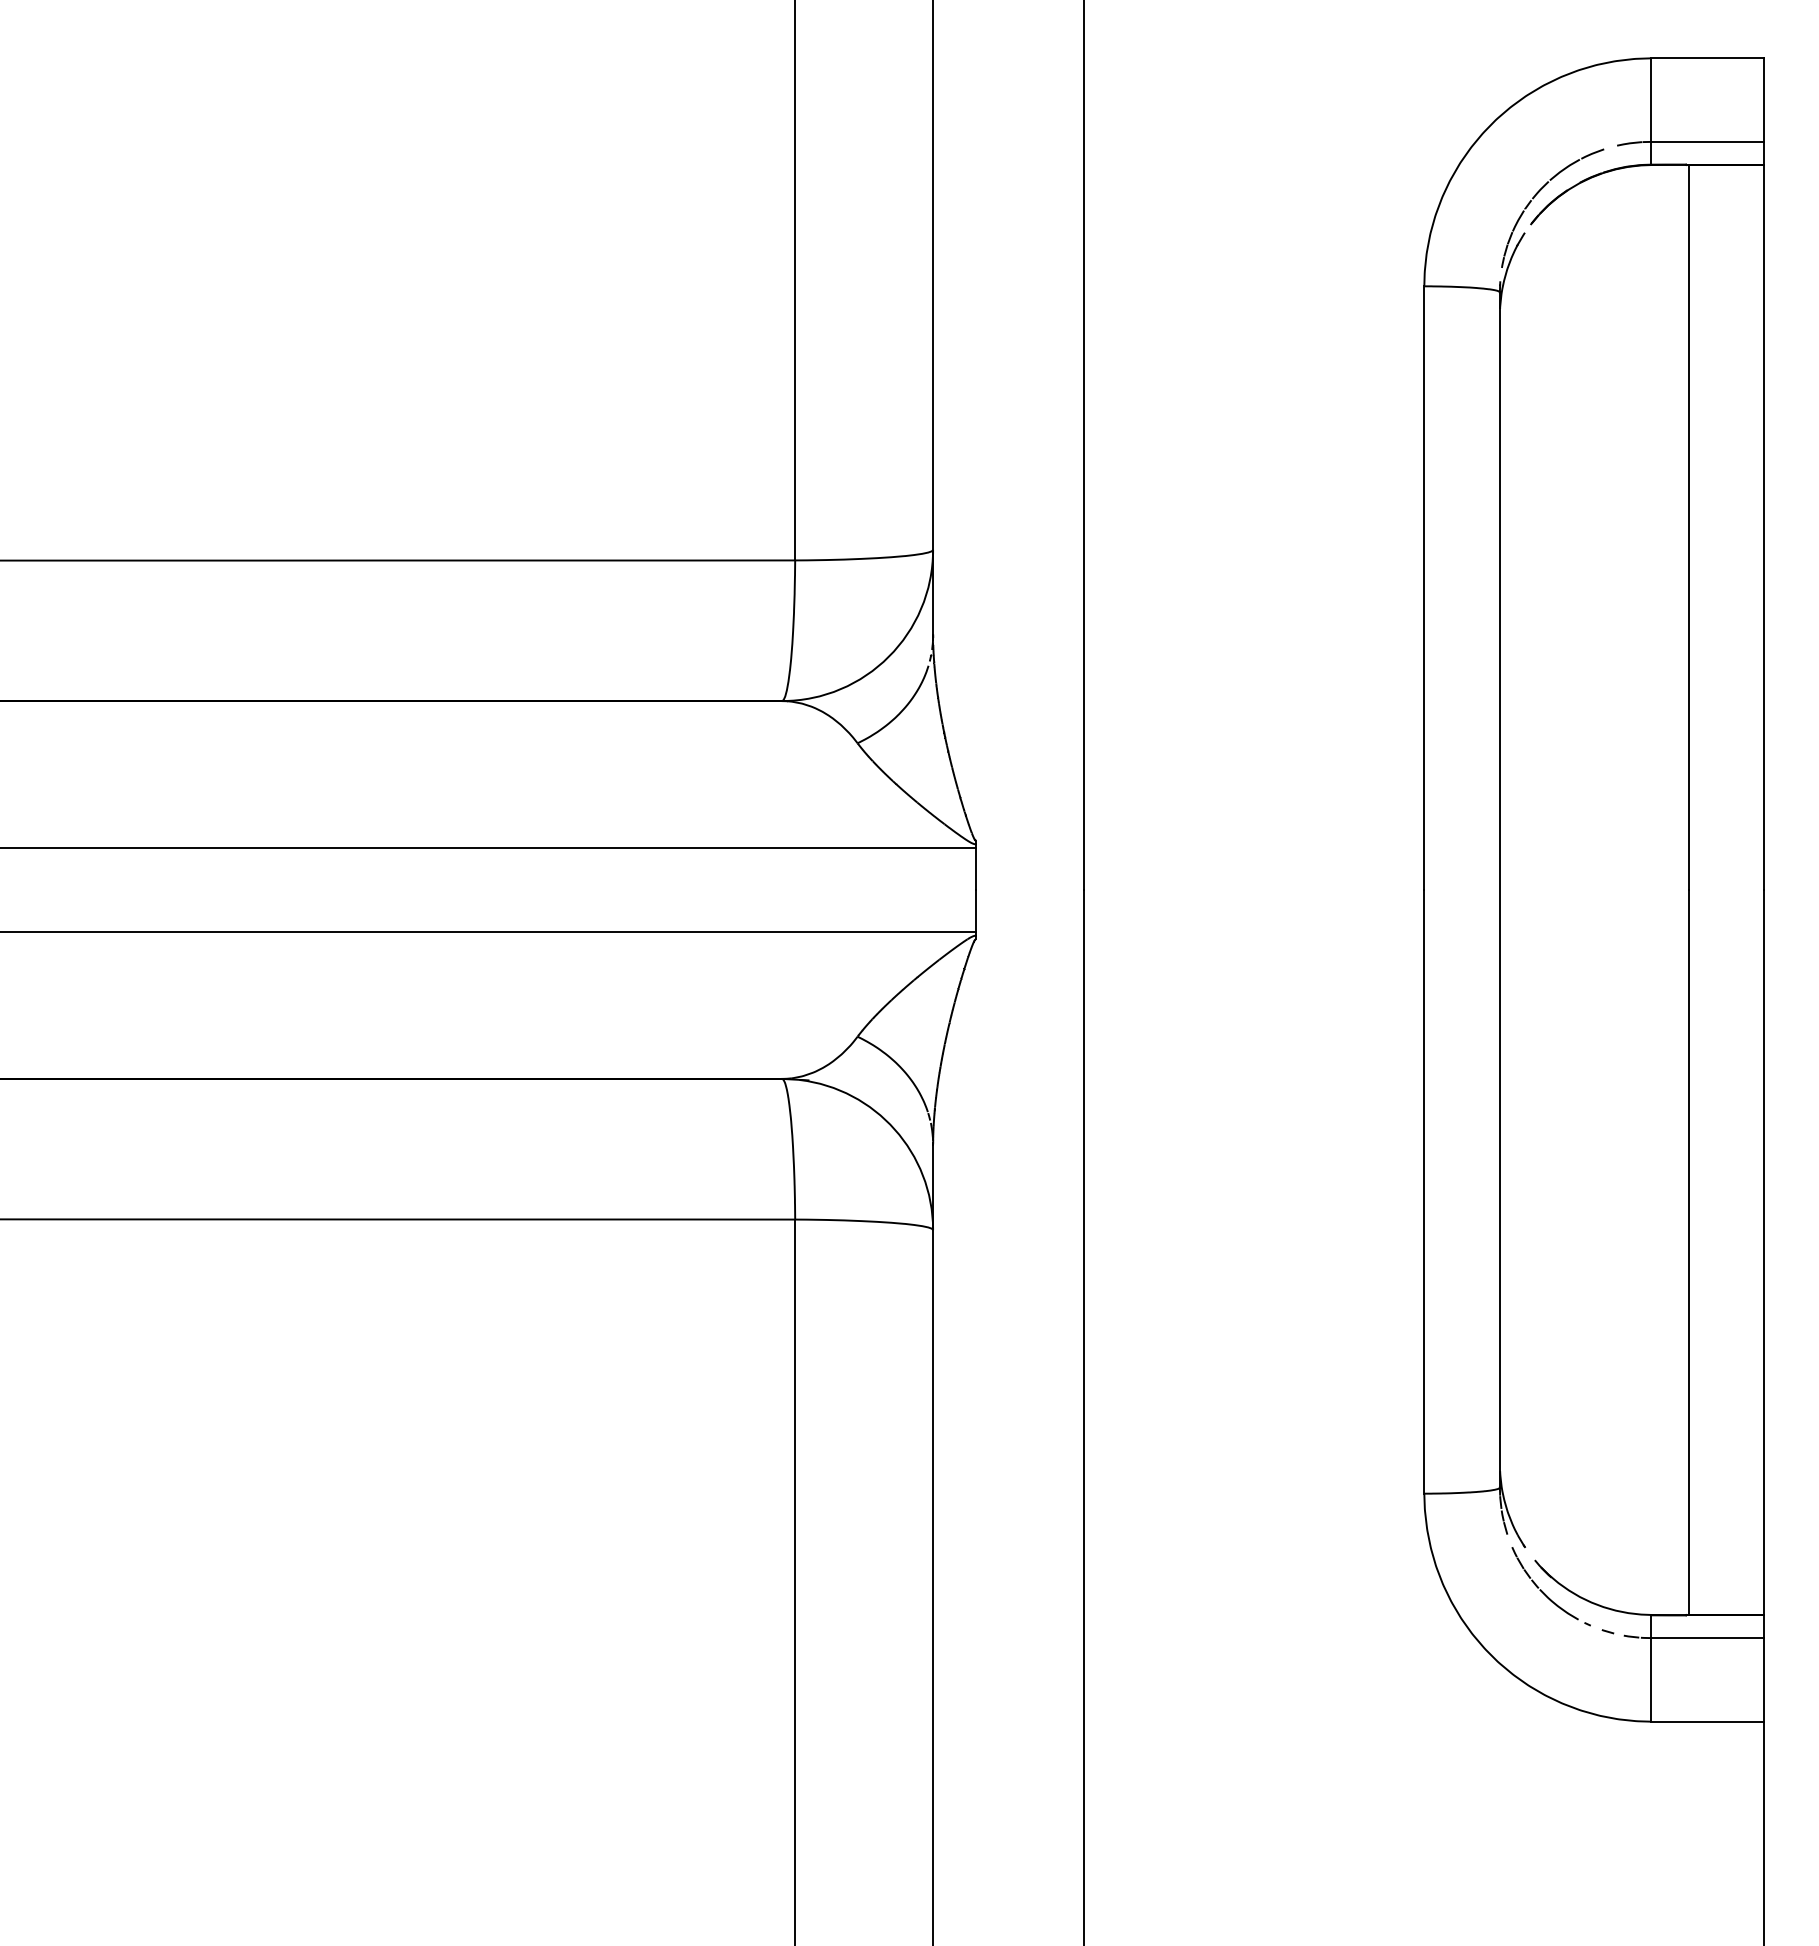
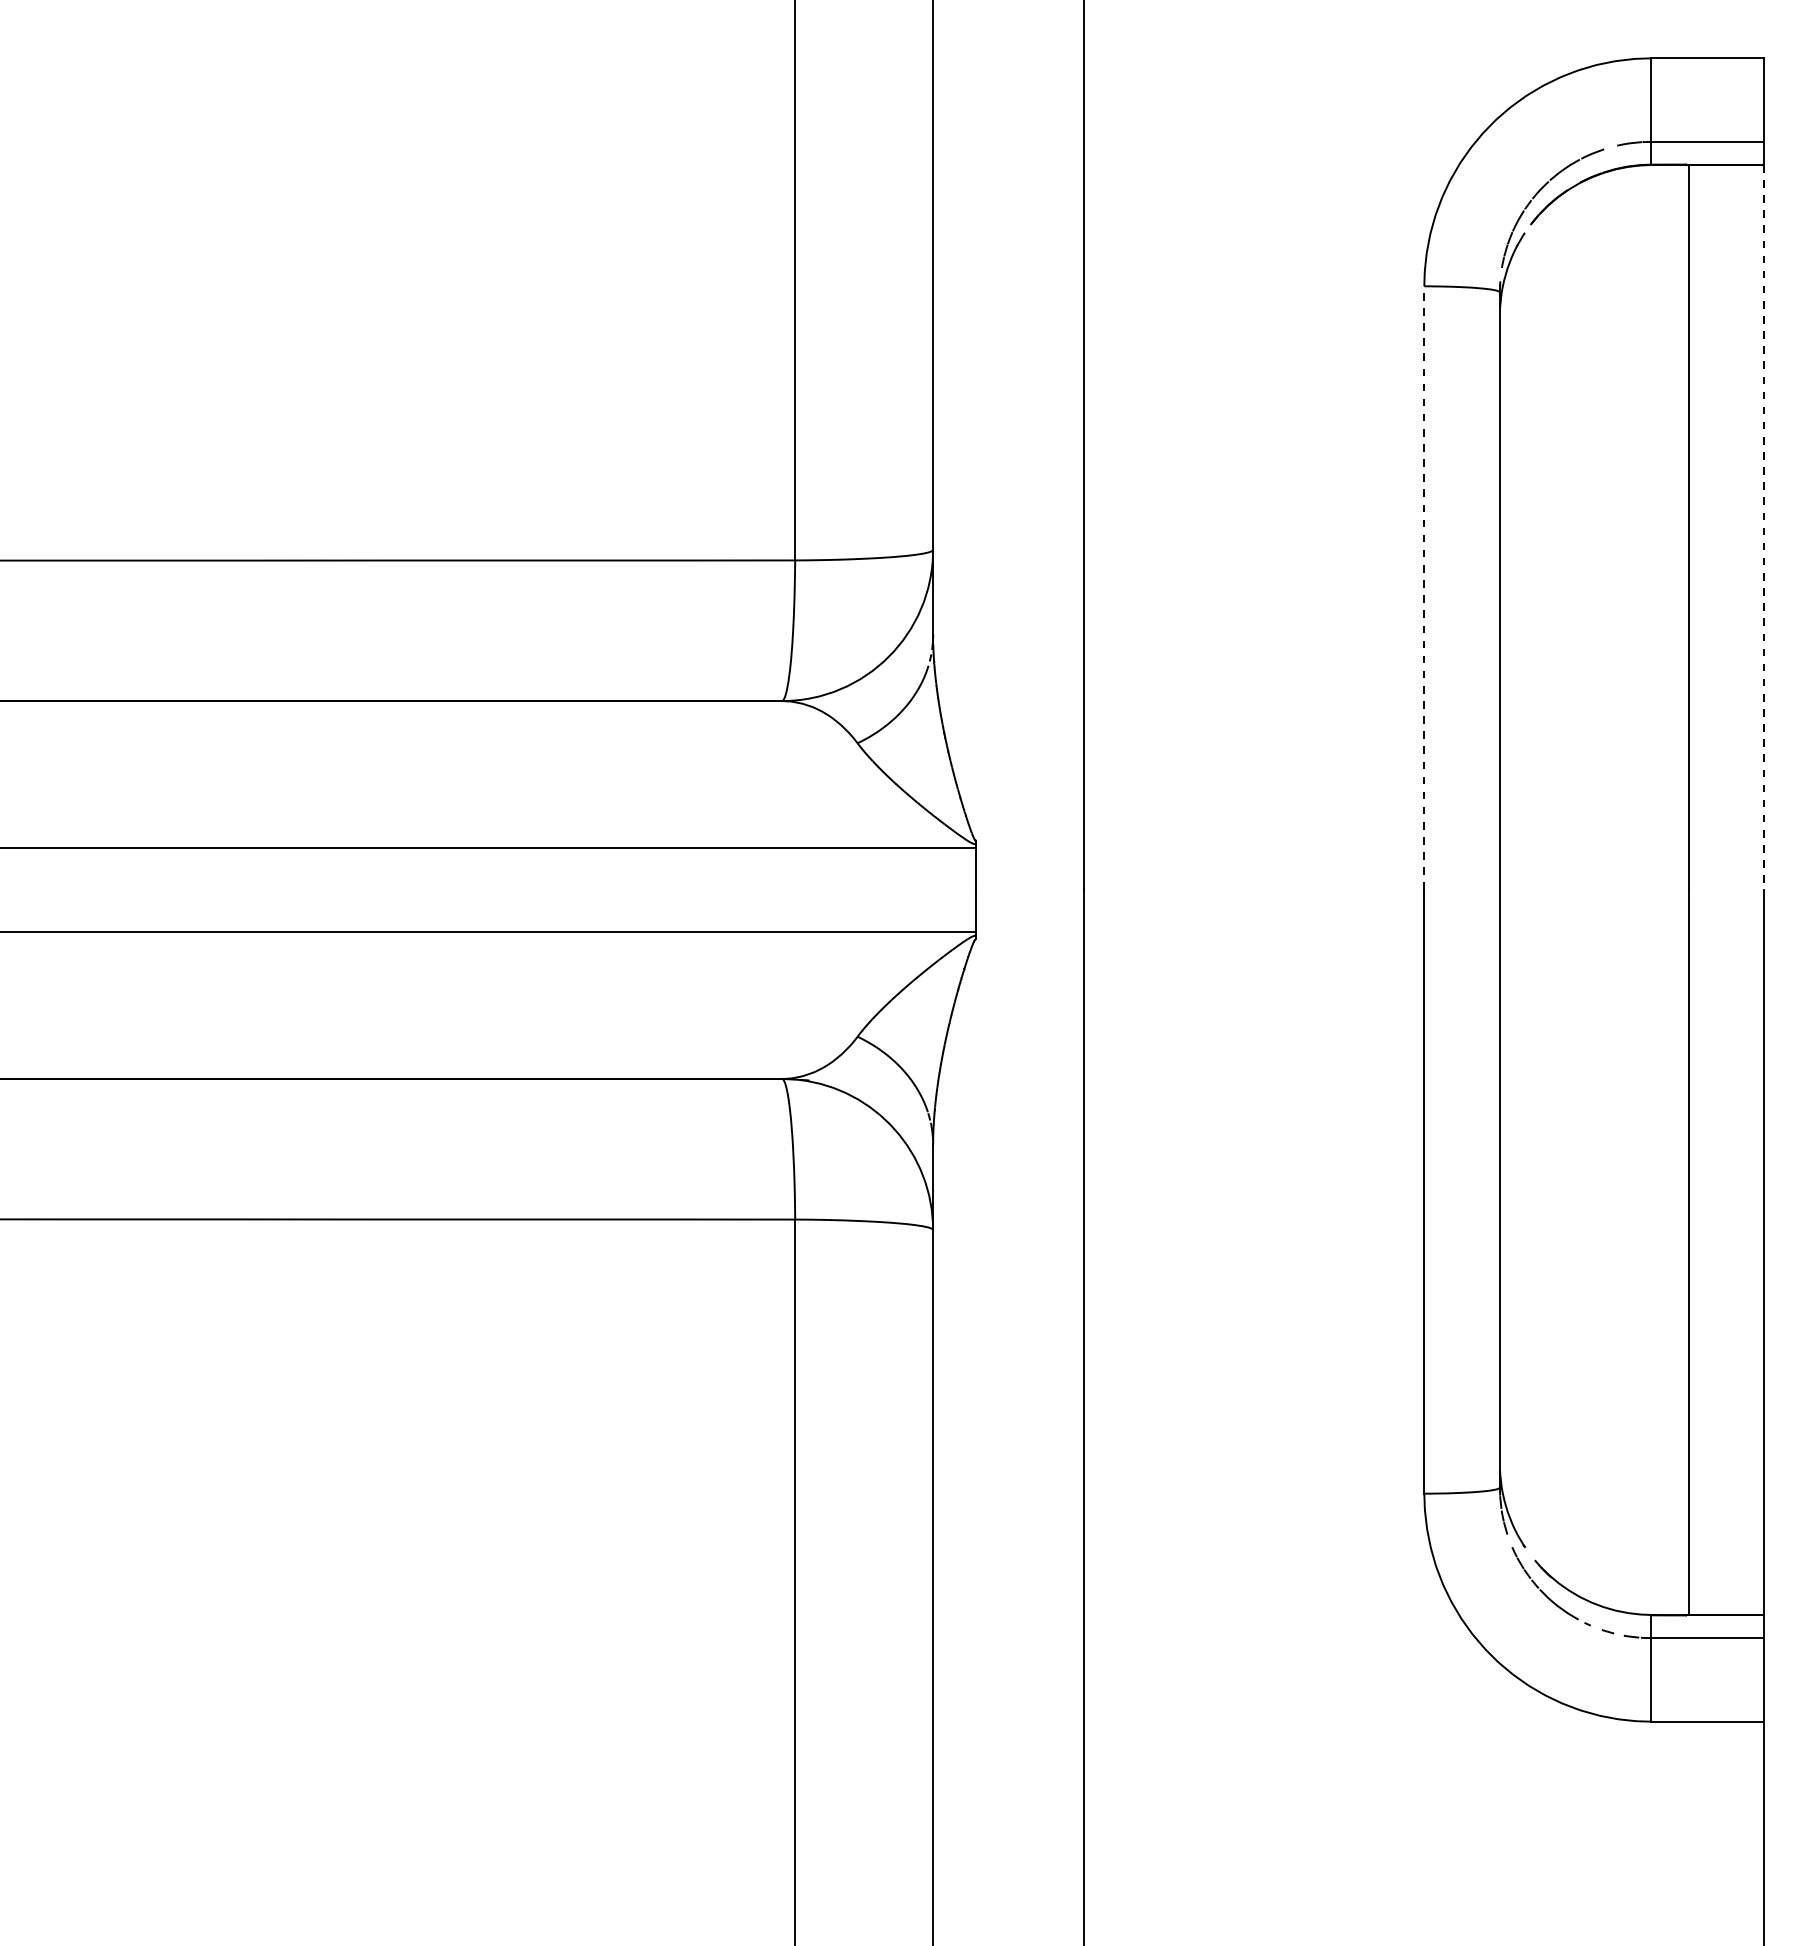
line at (1764, 527): solid -> dashed
line at (1424, 588): solid -> dashed
